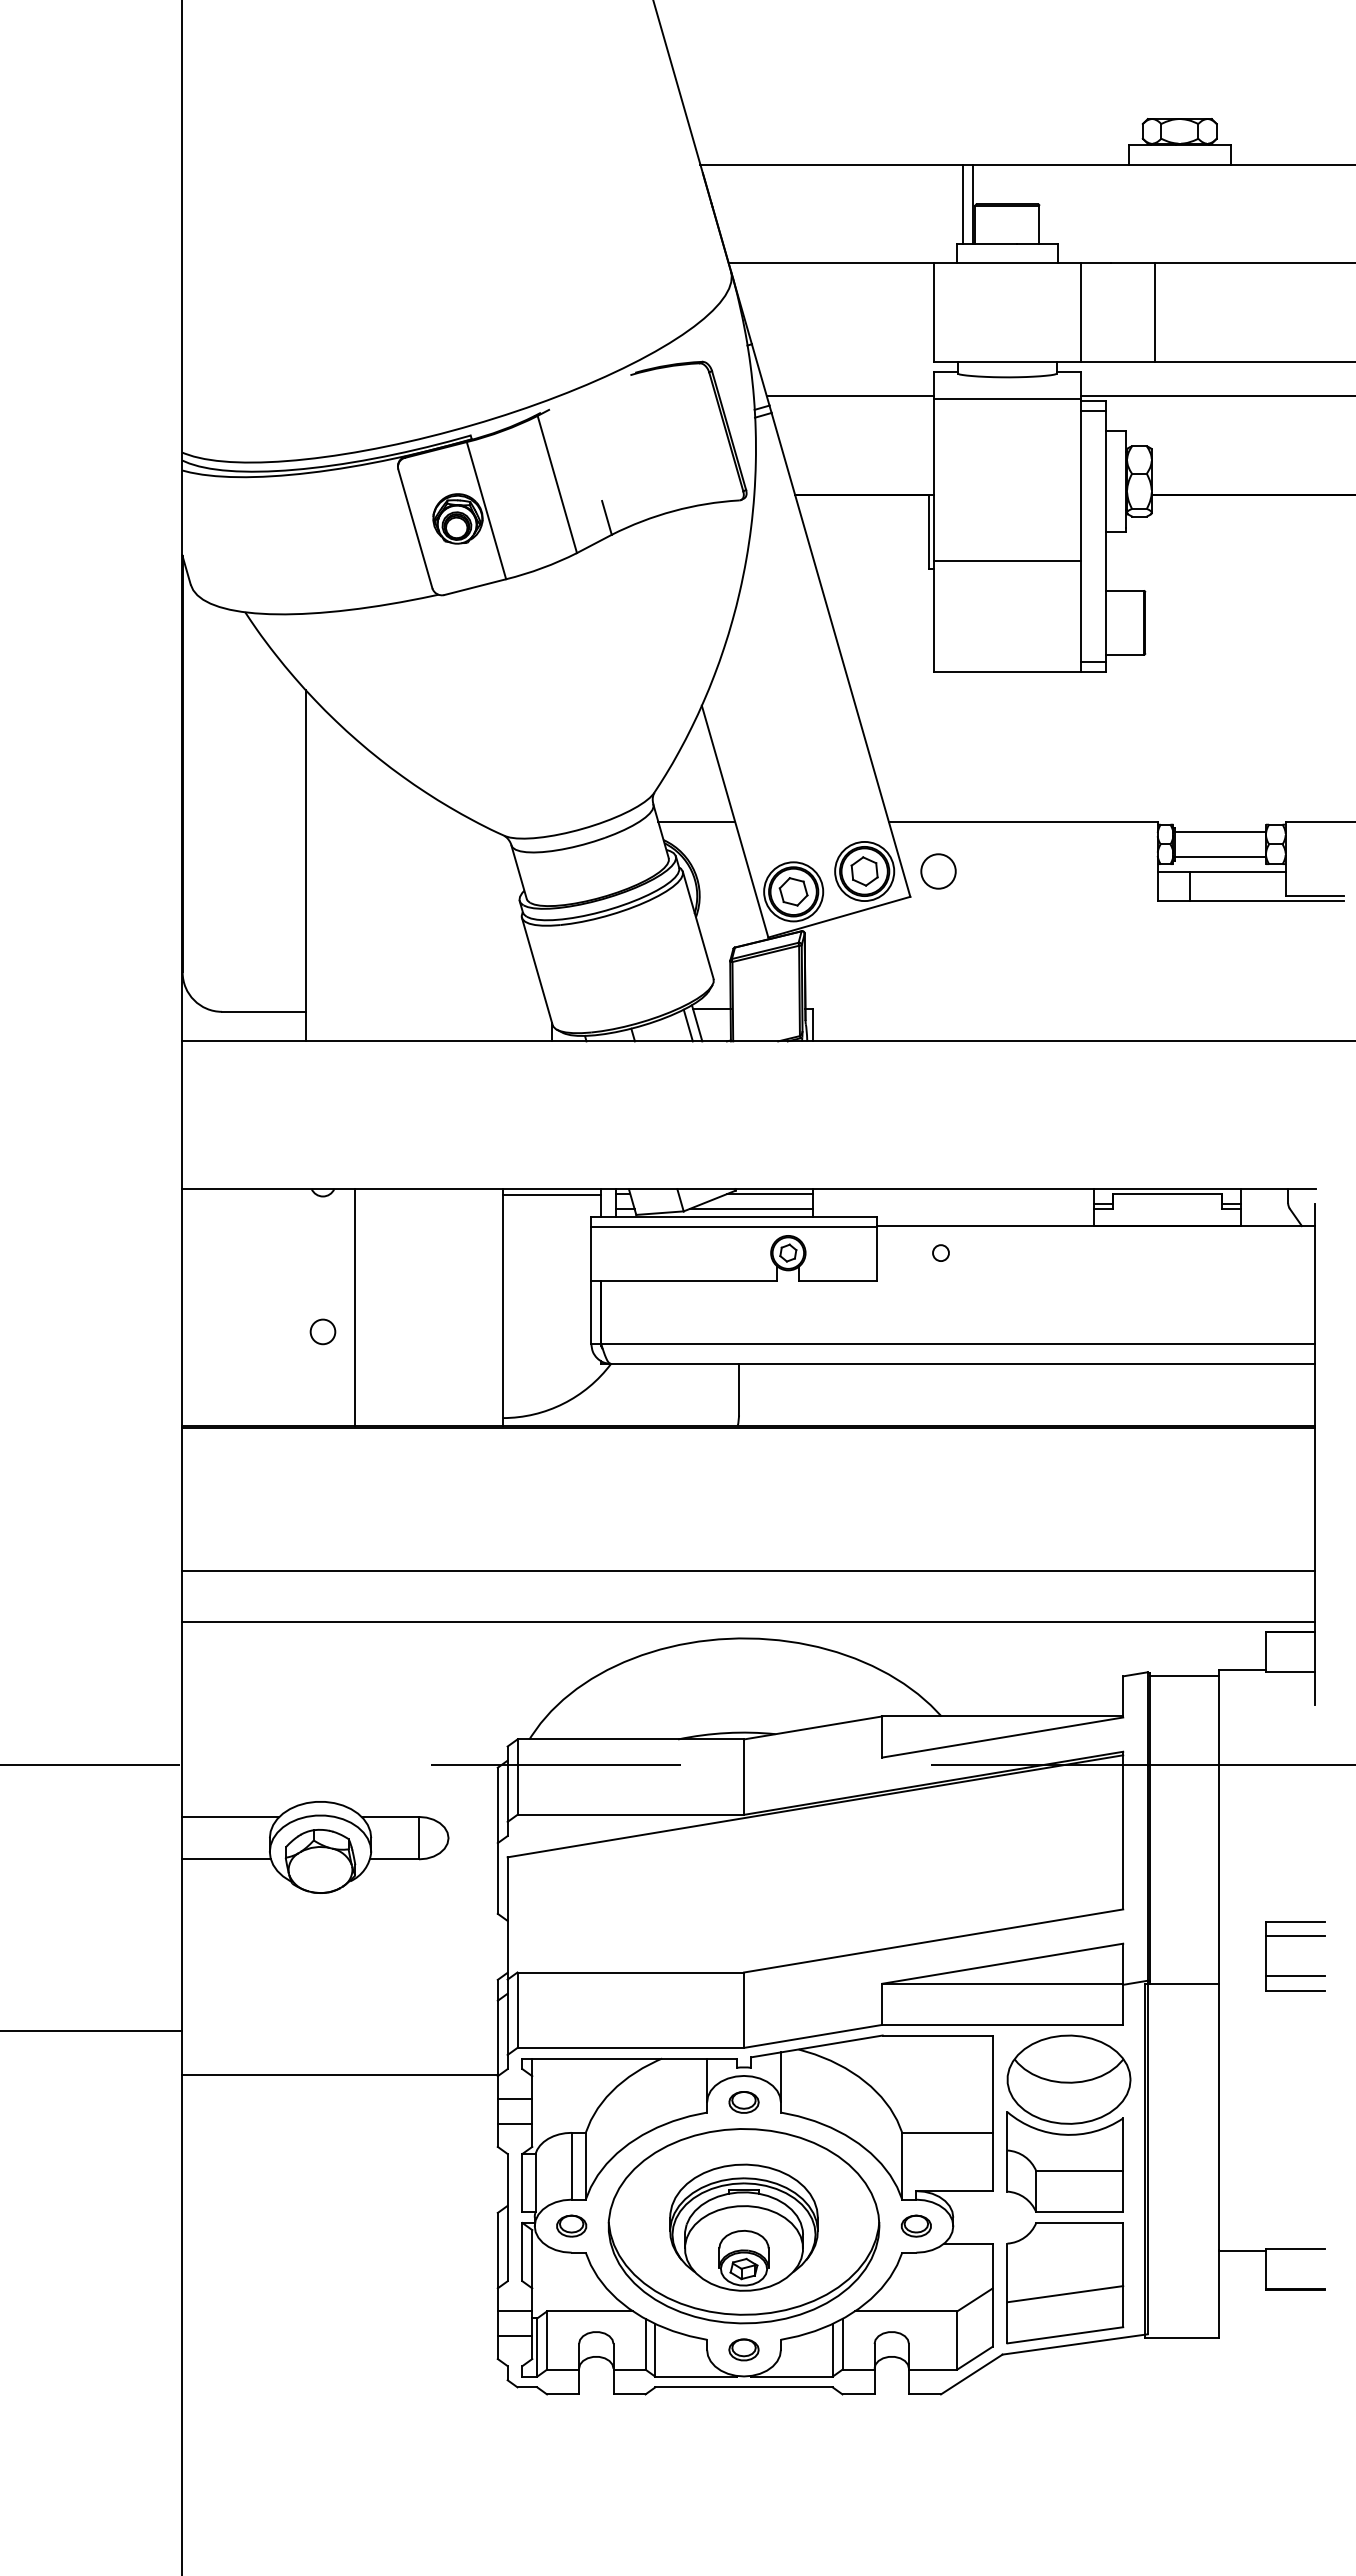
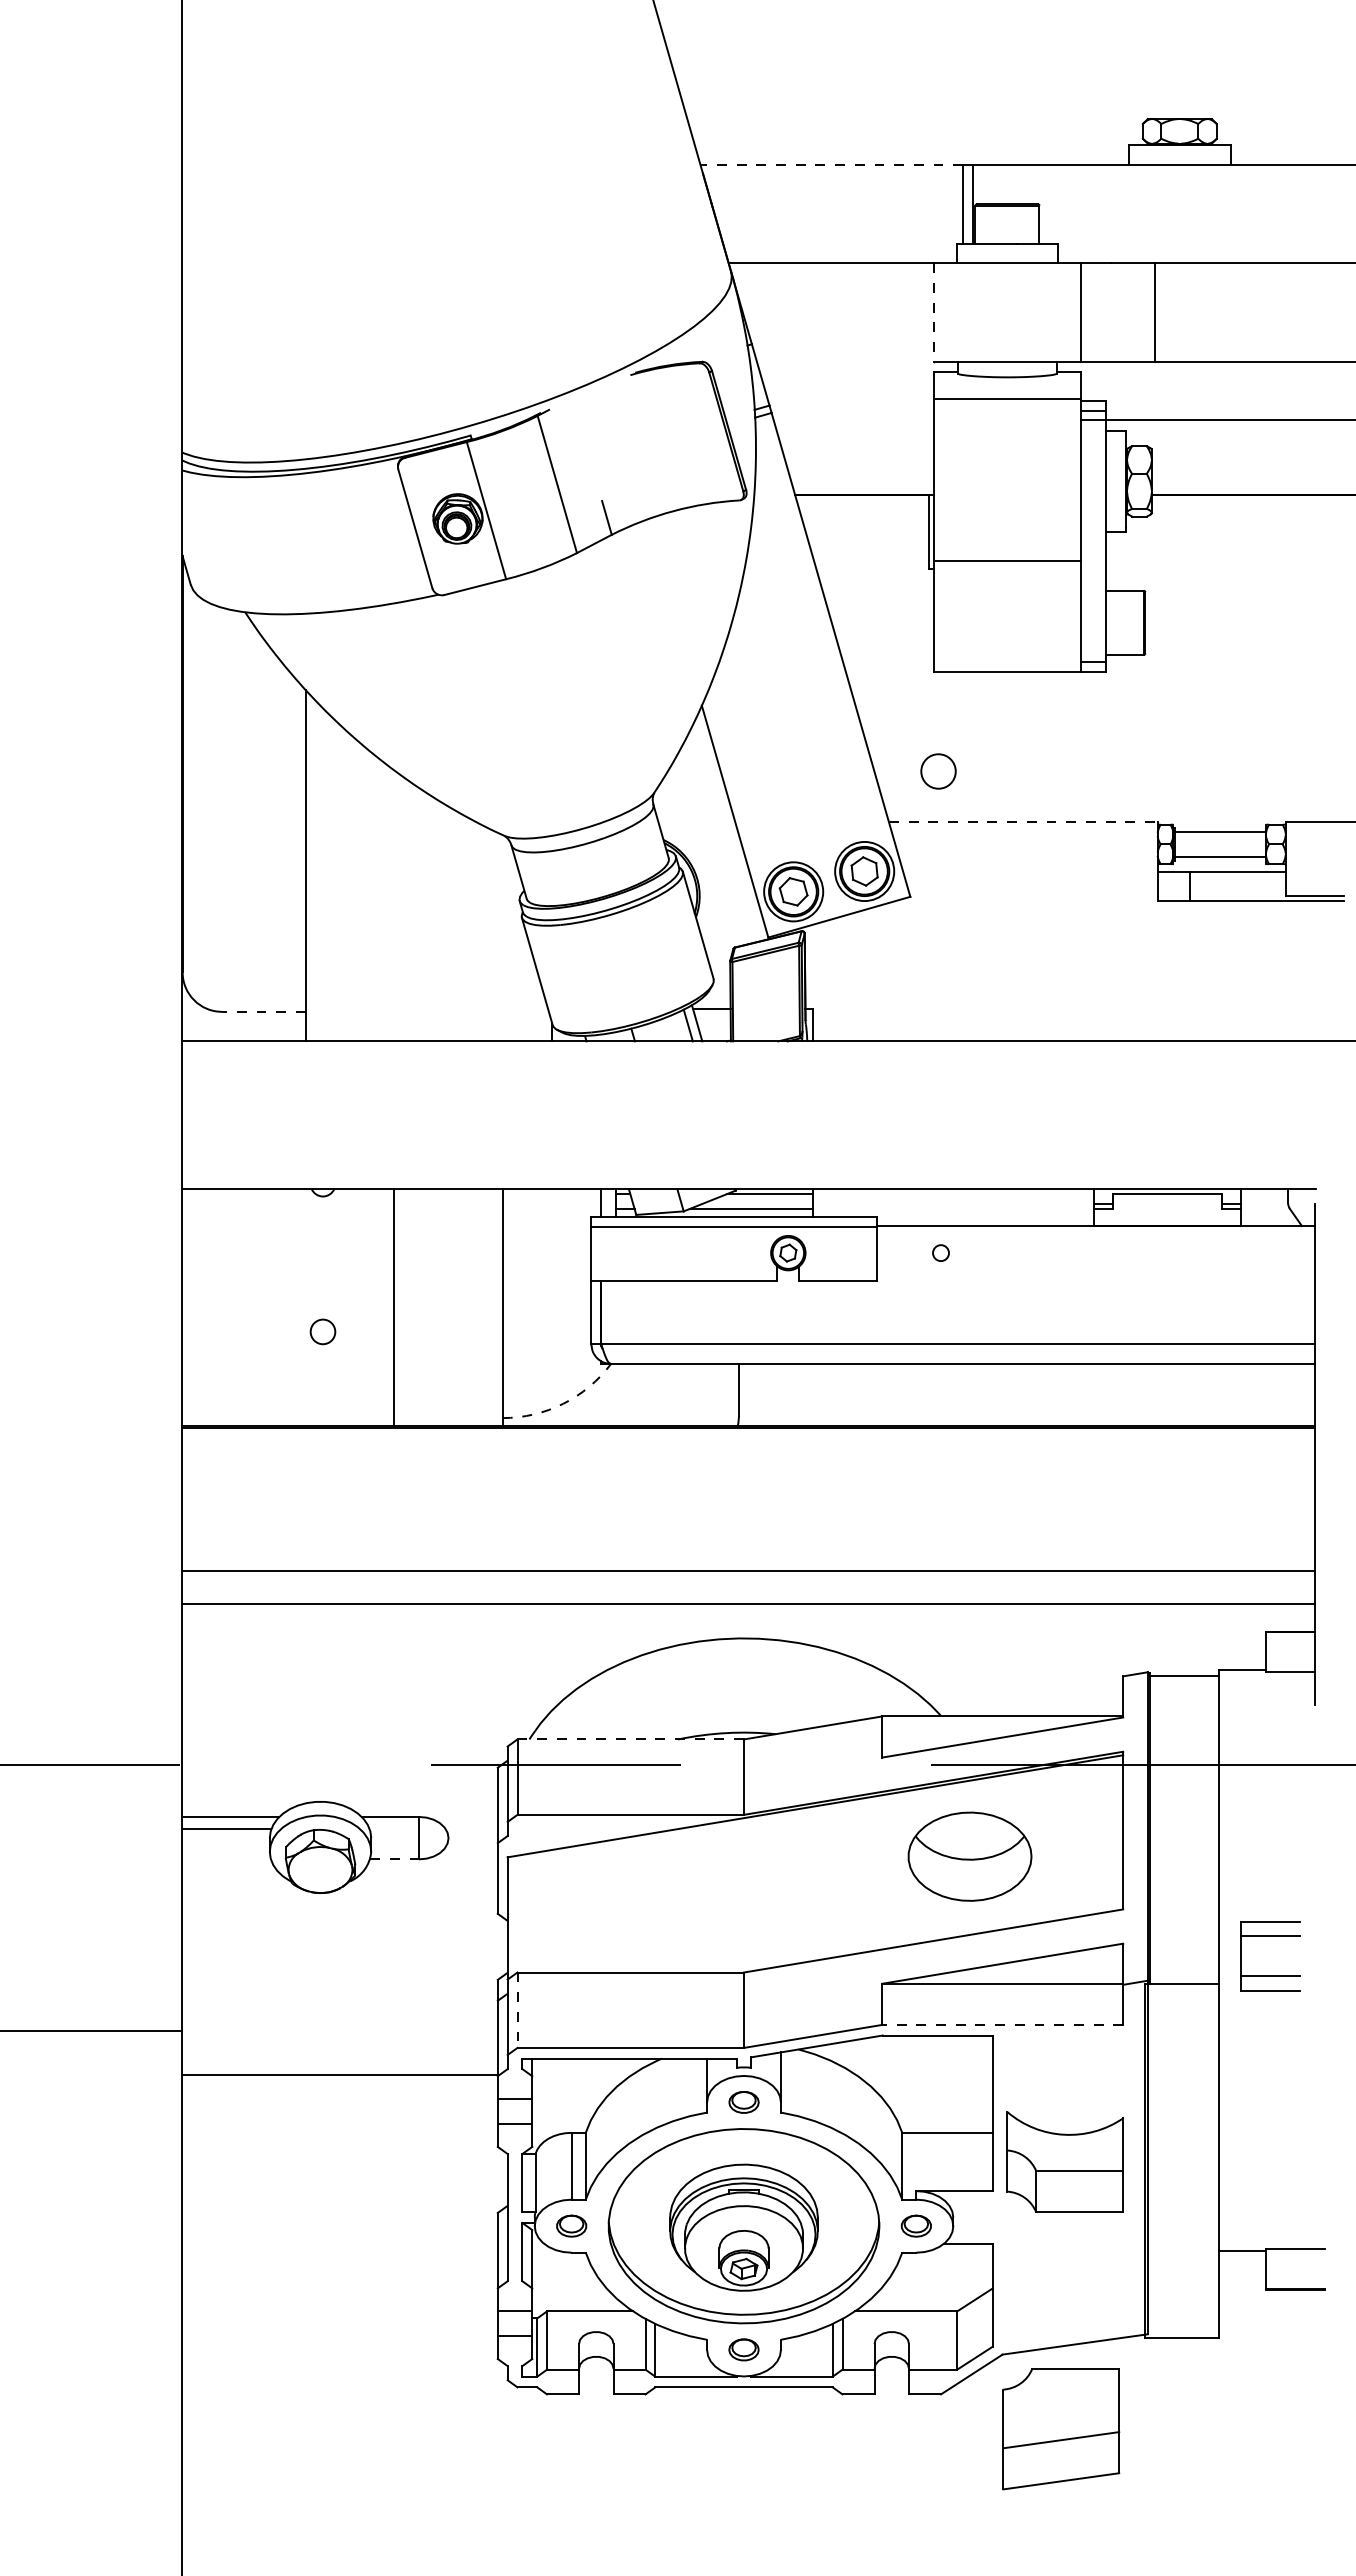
line at (831, 164): solid -> dashed
line at (933, 313): solid -> dashed
line at (849, 396): present -> none
line at (1216, 396) position: (1216, 396) -> (1216, 420)
line at (696, 822): present -> none
line at (1023, 822): solid -> dashed
circle at (938, 871) position: (938, 871) -> (938, 771)
line at (263, 1011): solid -> dashed
line at (551, 1195): present -> none
line at (355, 1307) position: (355, 1307) -> (394, 1307)
arc at (563, 1403): solid -> dashed
line at (748, 1622) position: (748, 1622) -> (748, 1604)
line at (630, 1739): solid -> dashed
line at (226, 1859) position: (226, 1859) -> (226, 1829)
line at (395, 1859): solid -> dashed
part at (1295, 1975) position: (1295, 1975) -> (1270, 1975)
line at (517, 2010): solid -> dashed
line at (1002, 2024): solid -> dashed
part at (1068, 2079) position: (1068, 2079) -> (969, 1856)
part at (1065, 2283) position: (1065, 2283) -> (1061, 2429)
